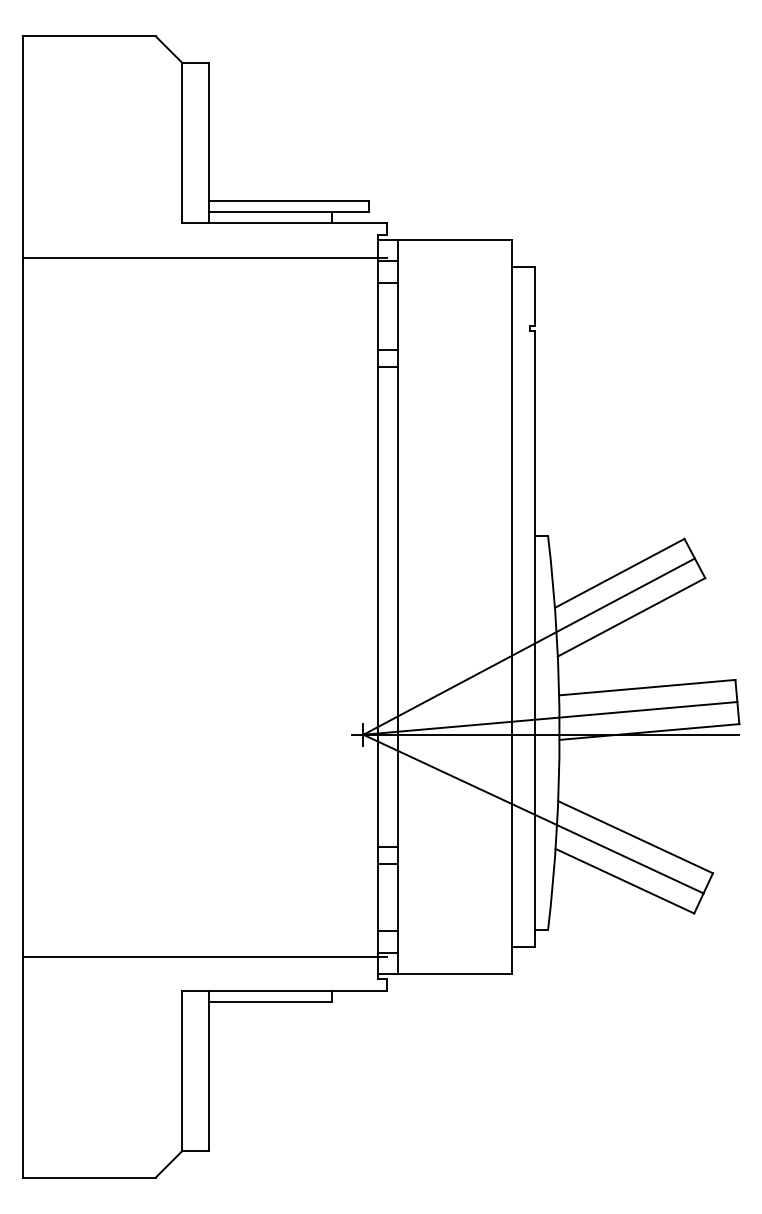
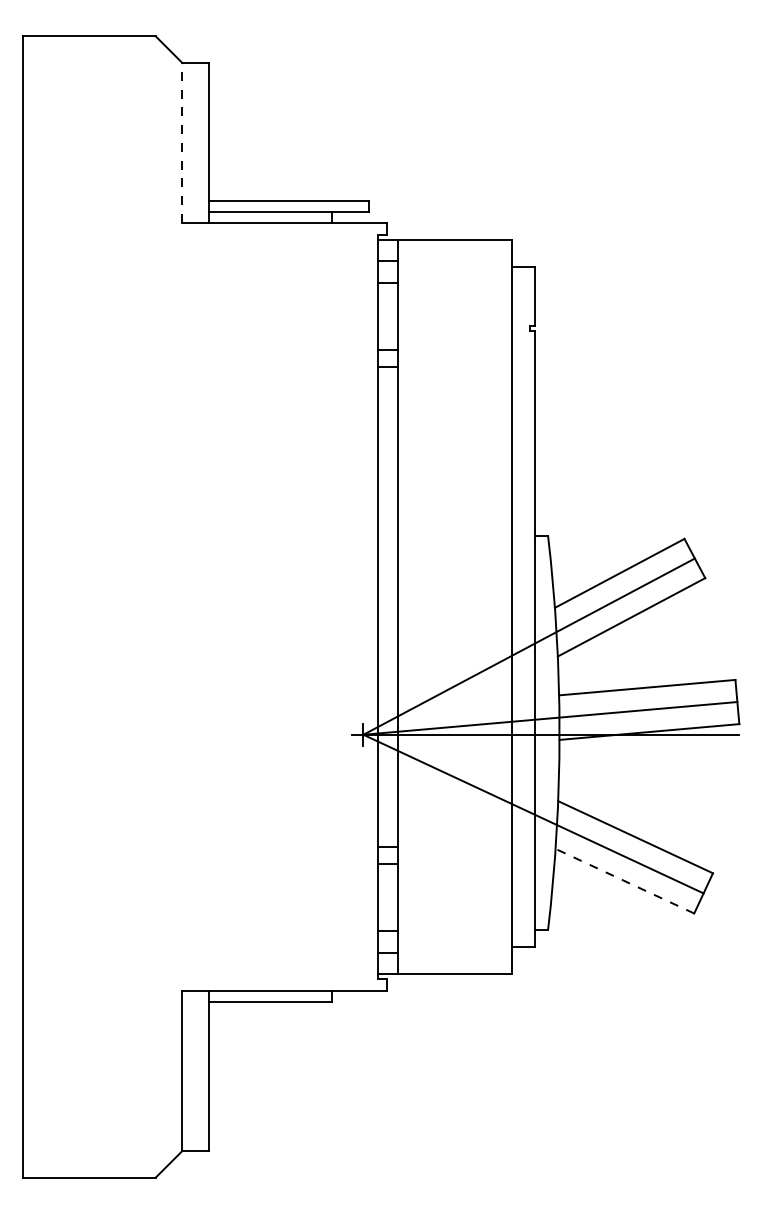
line at (182, 142): solid -> dashed
line at (204, 258): present -> none
line at (624, 881): solid -> dashed
line at (204, 956): present -> none
